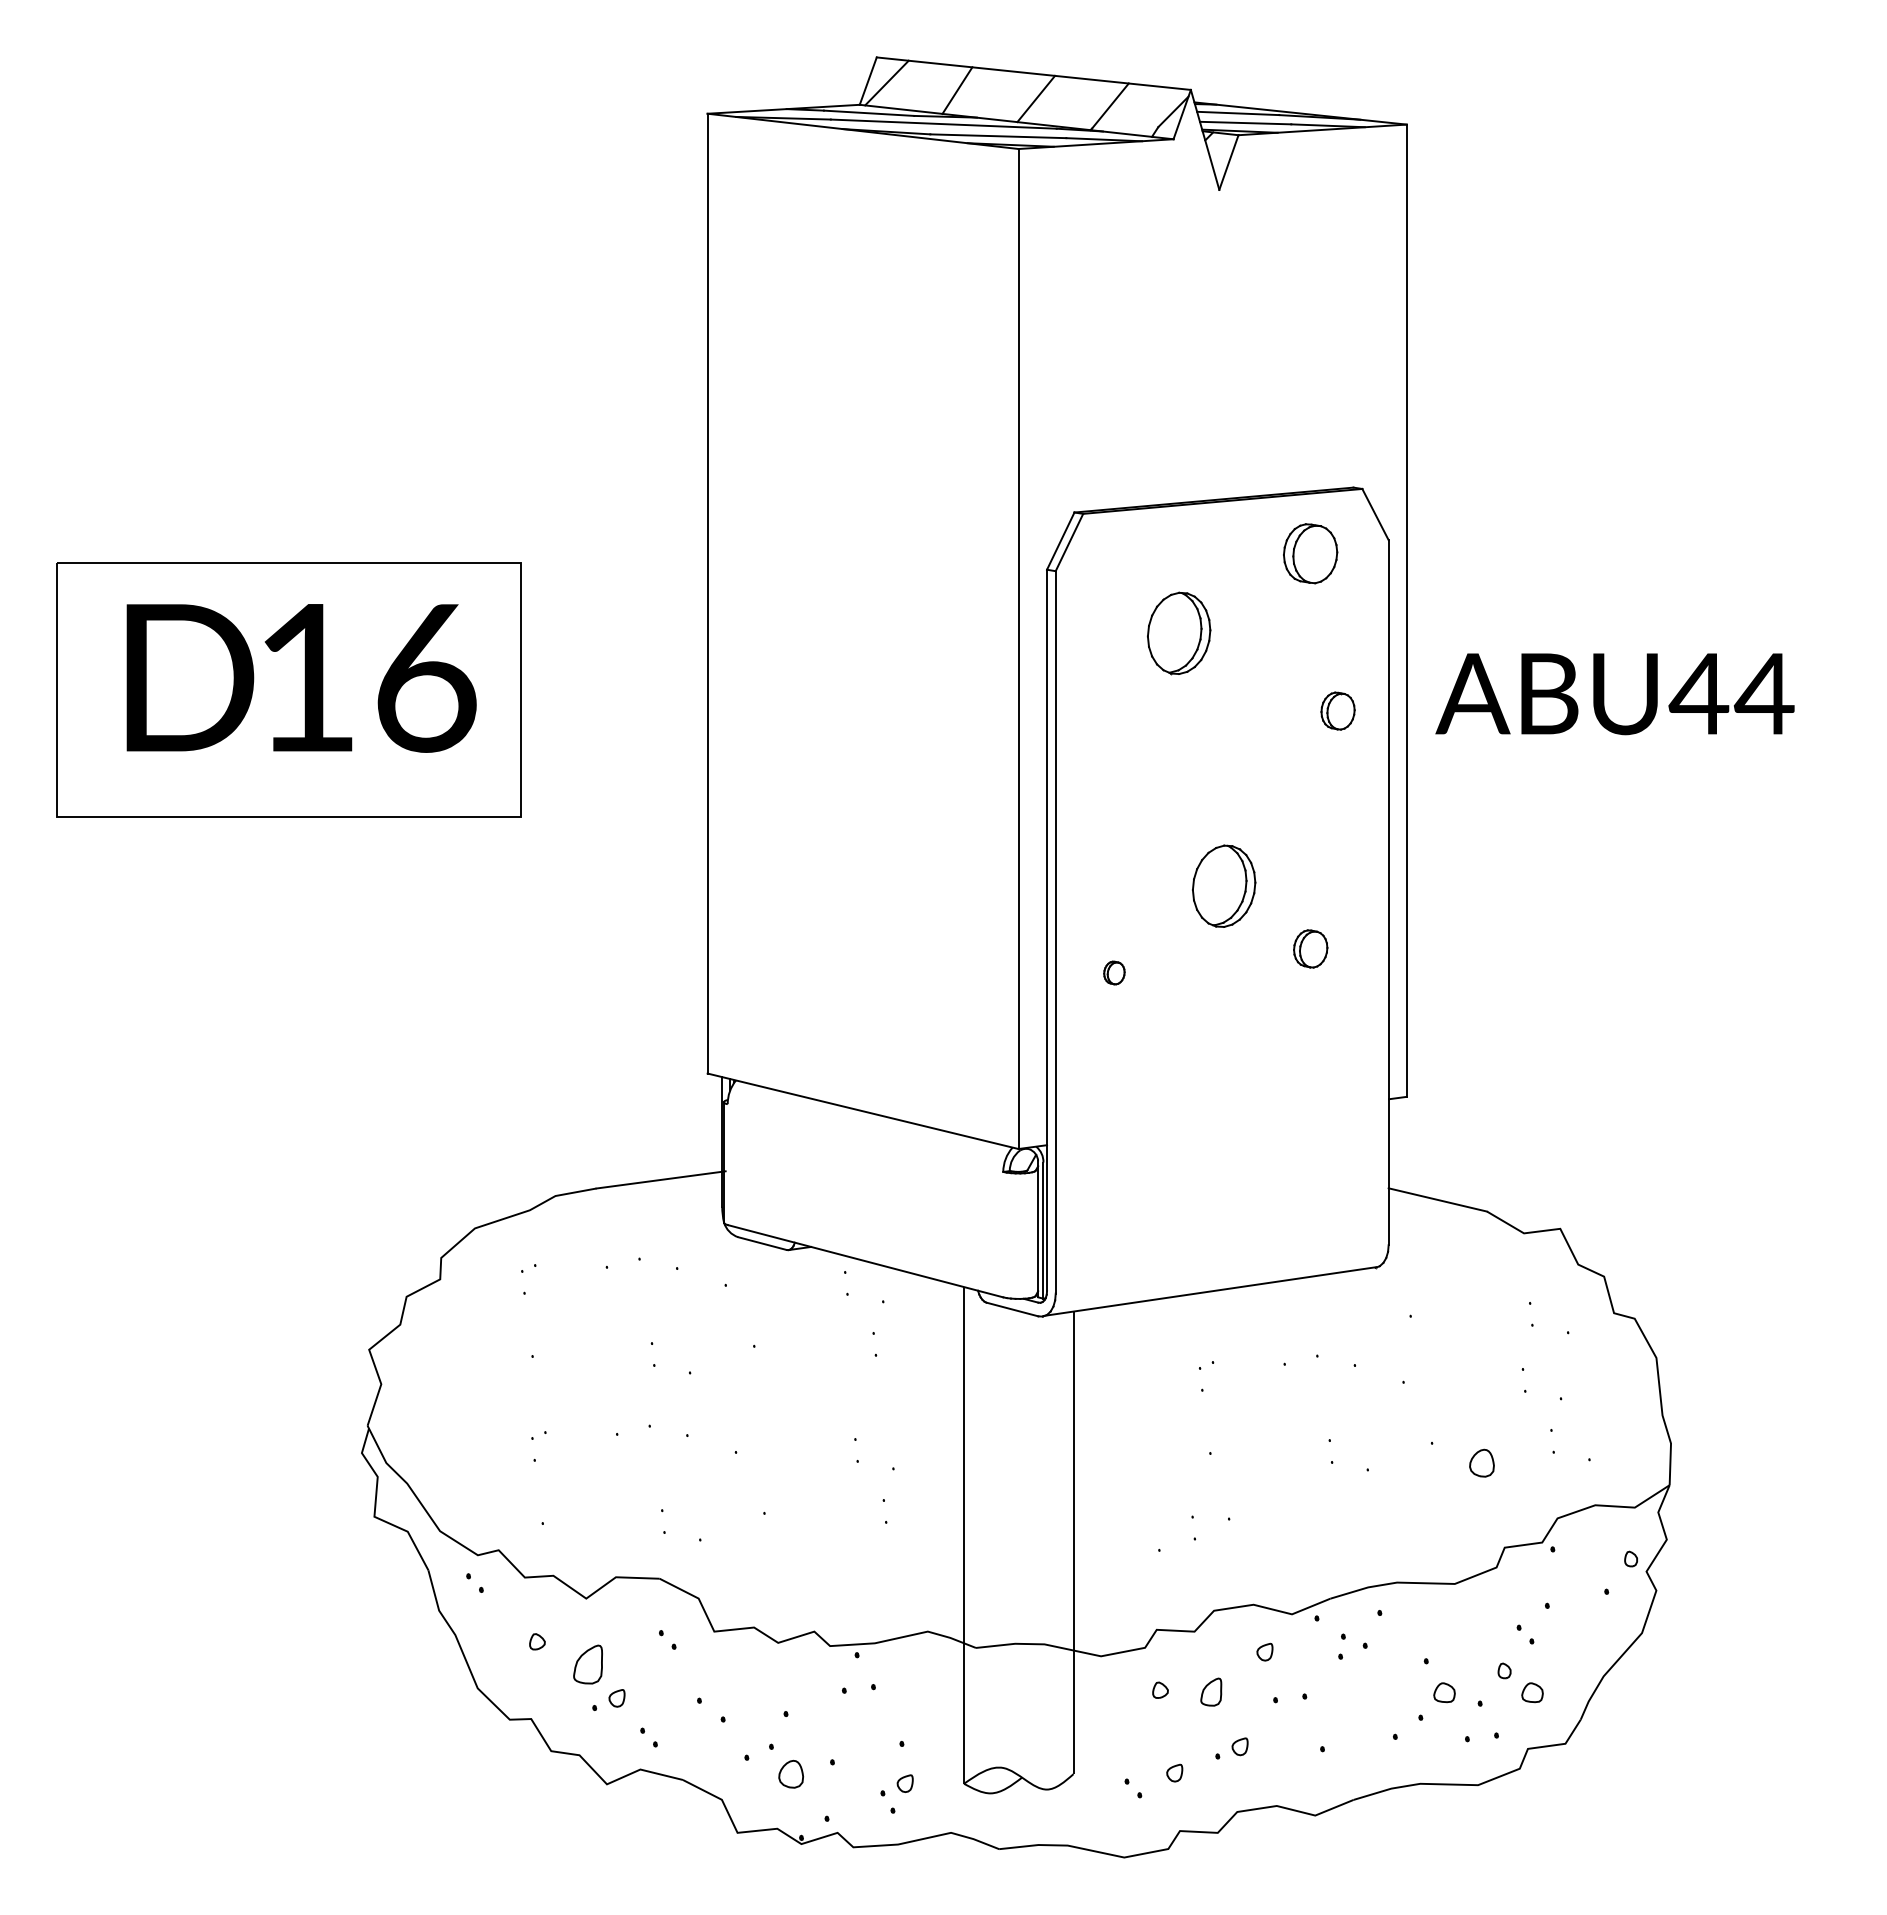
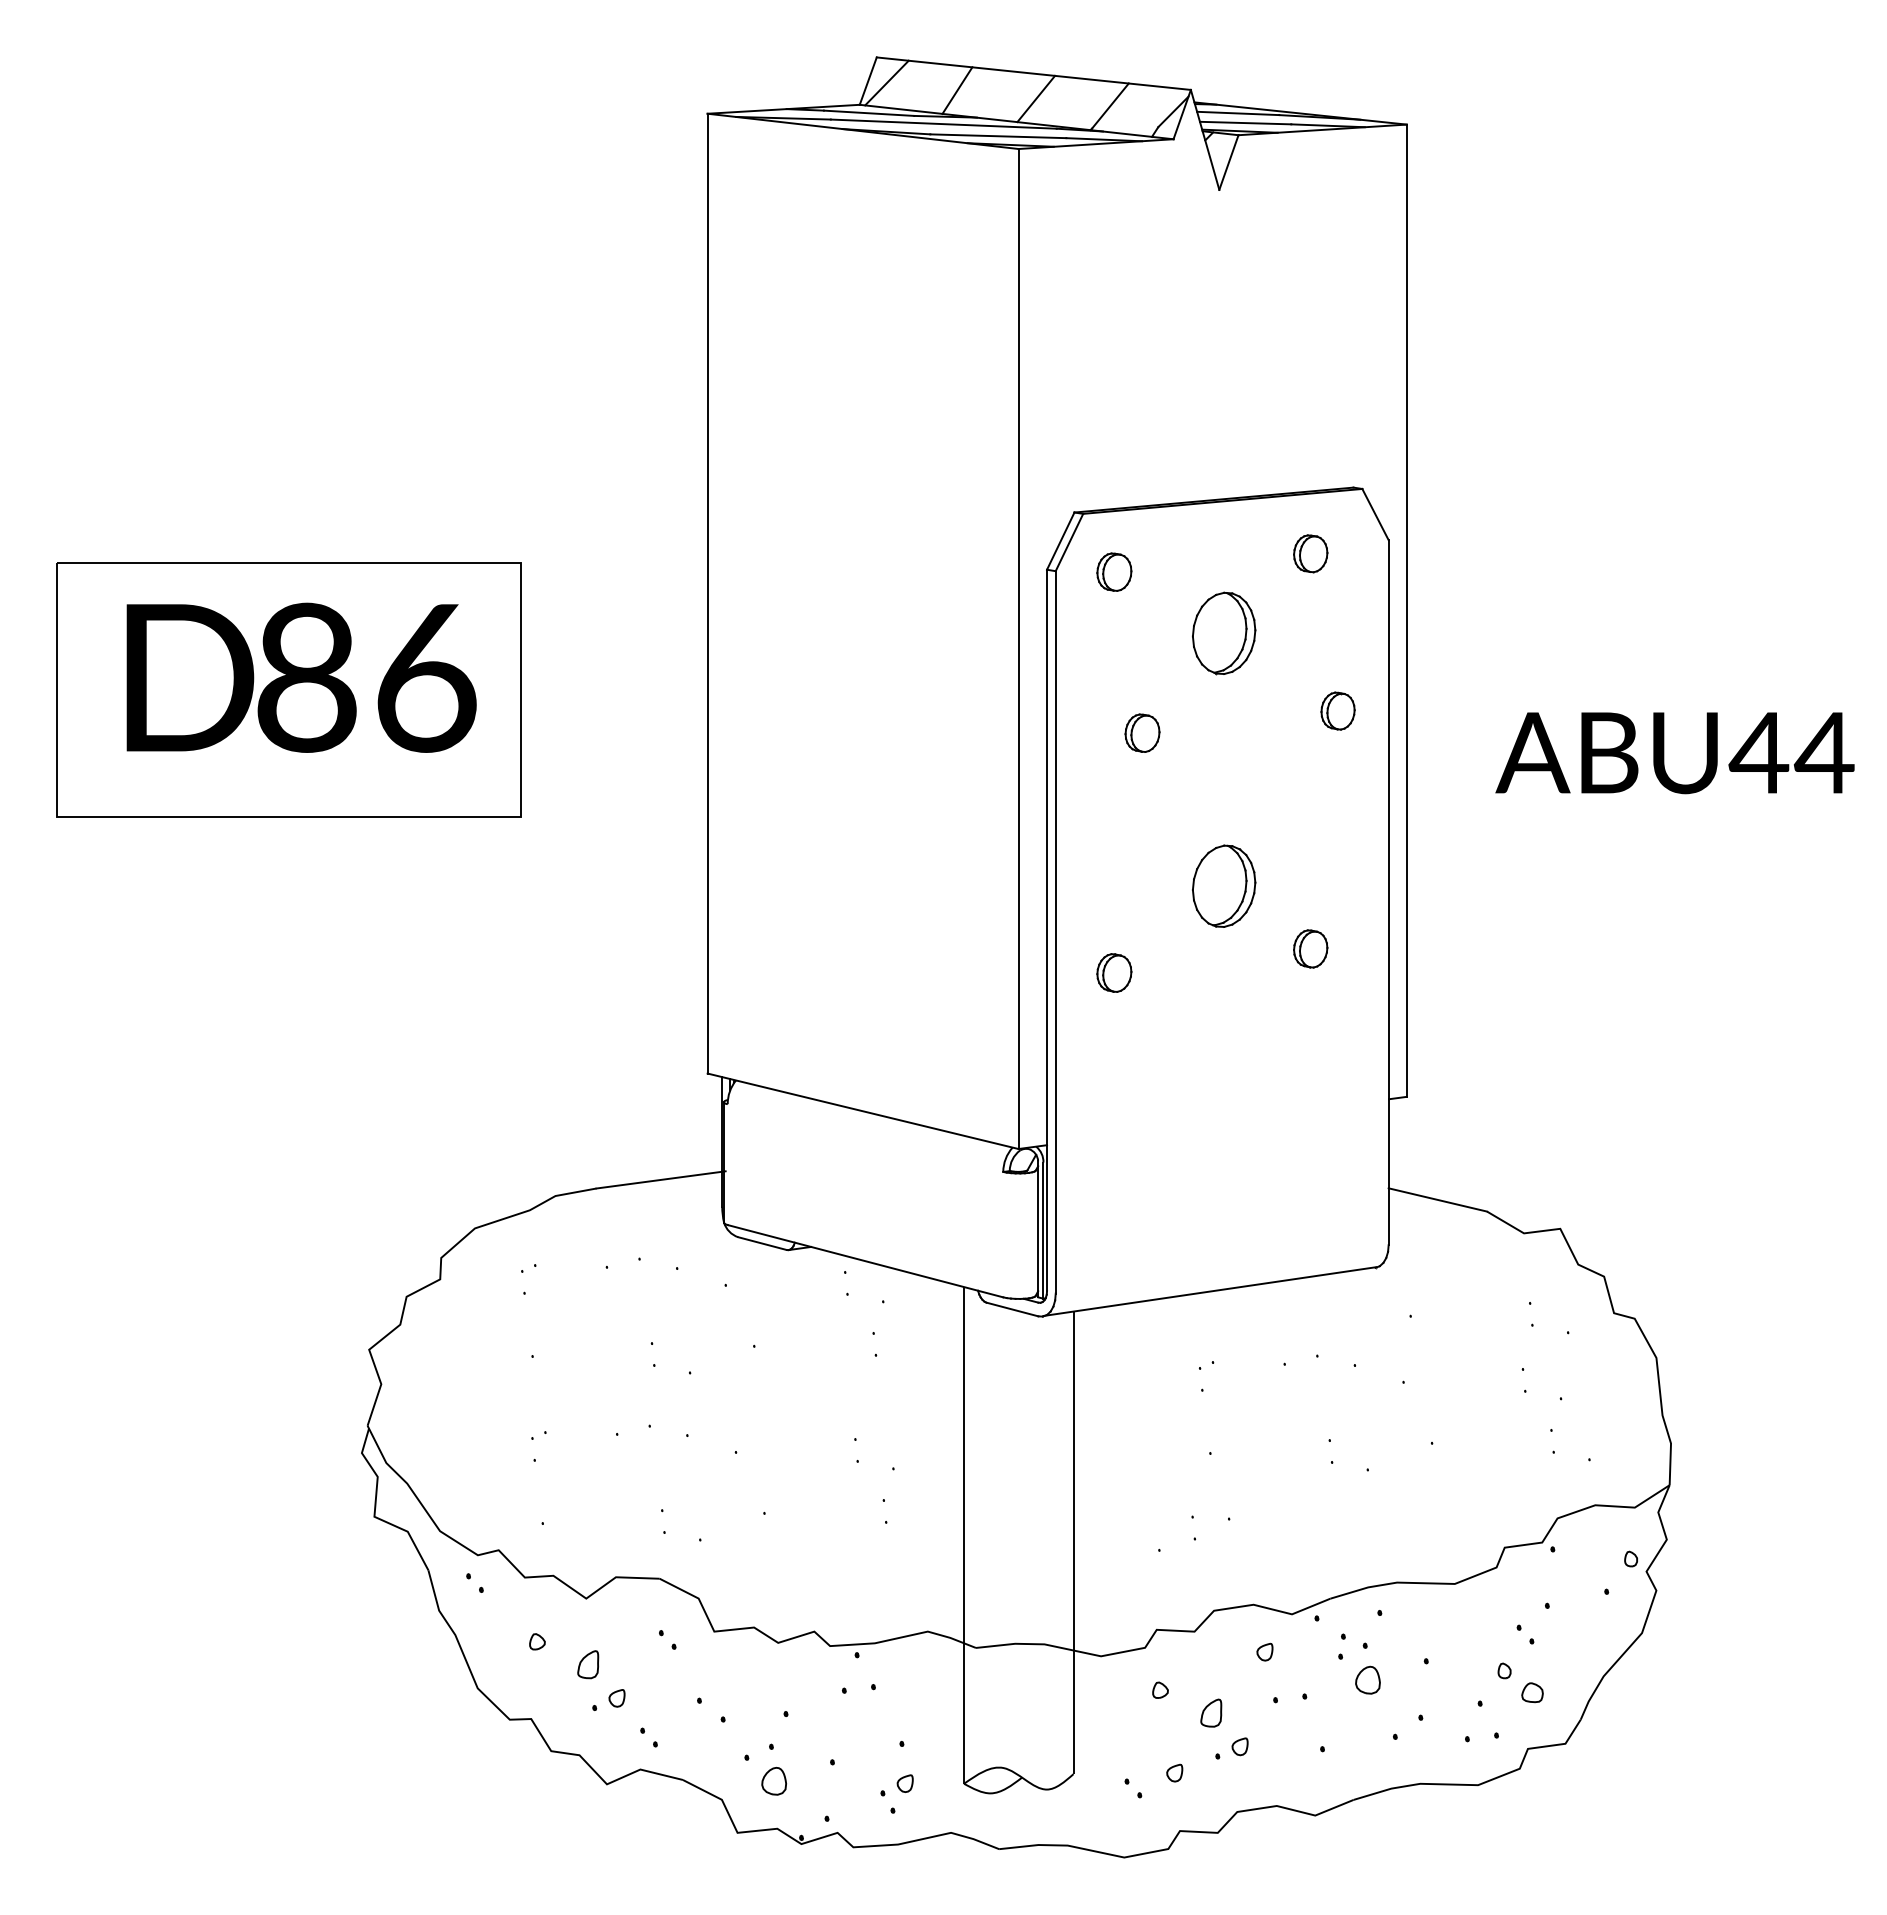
part at (1310, 553) size: 56x62 px -> 36x40 px
part at (1114, 571): none -> present
part at (1179, 633) position: (1179, 633) -> (1224, 633)
text at (306, 677): 16 -> 86
text at (1614, 694) position: (1614, 694) -> (1674, 753)
part at (1142, 732): none -> present
part at (1114, 972) size: 23x26 px -> 37x40 px
part at (1481, 1462) position: (1481, 1462) -> (1367, 1679)
part at (587, 1664) size: 30x41 px -> 23x30 px
part at (1211, 1691) position: (1211, 1691) -> (1211, 1712)
part at (1444, 1692): present -> none
part at (790, 1773) position: (790, 1773) -> (773, 1780)
